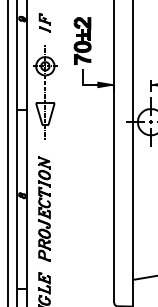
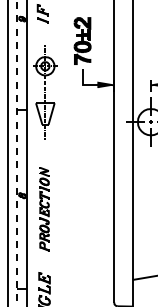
part at (44, 22) position: (44, 22) -> (42, 13)
line at (16, 153): solid -> dashed
part at (44, 208) size: 13x106 px -> 11x85 px
